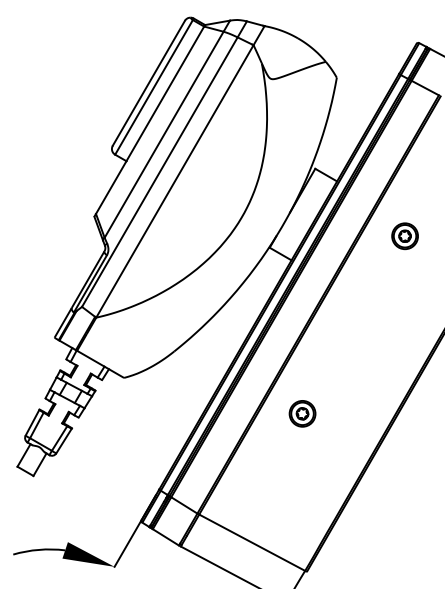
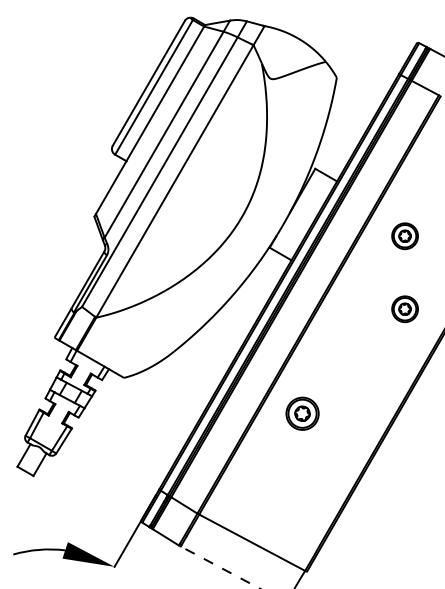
part at (404, 309): none -> present
part at (302, 413) size: 29x28 px -> 35x35 px
line at (220, 567): solid -> dashed
